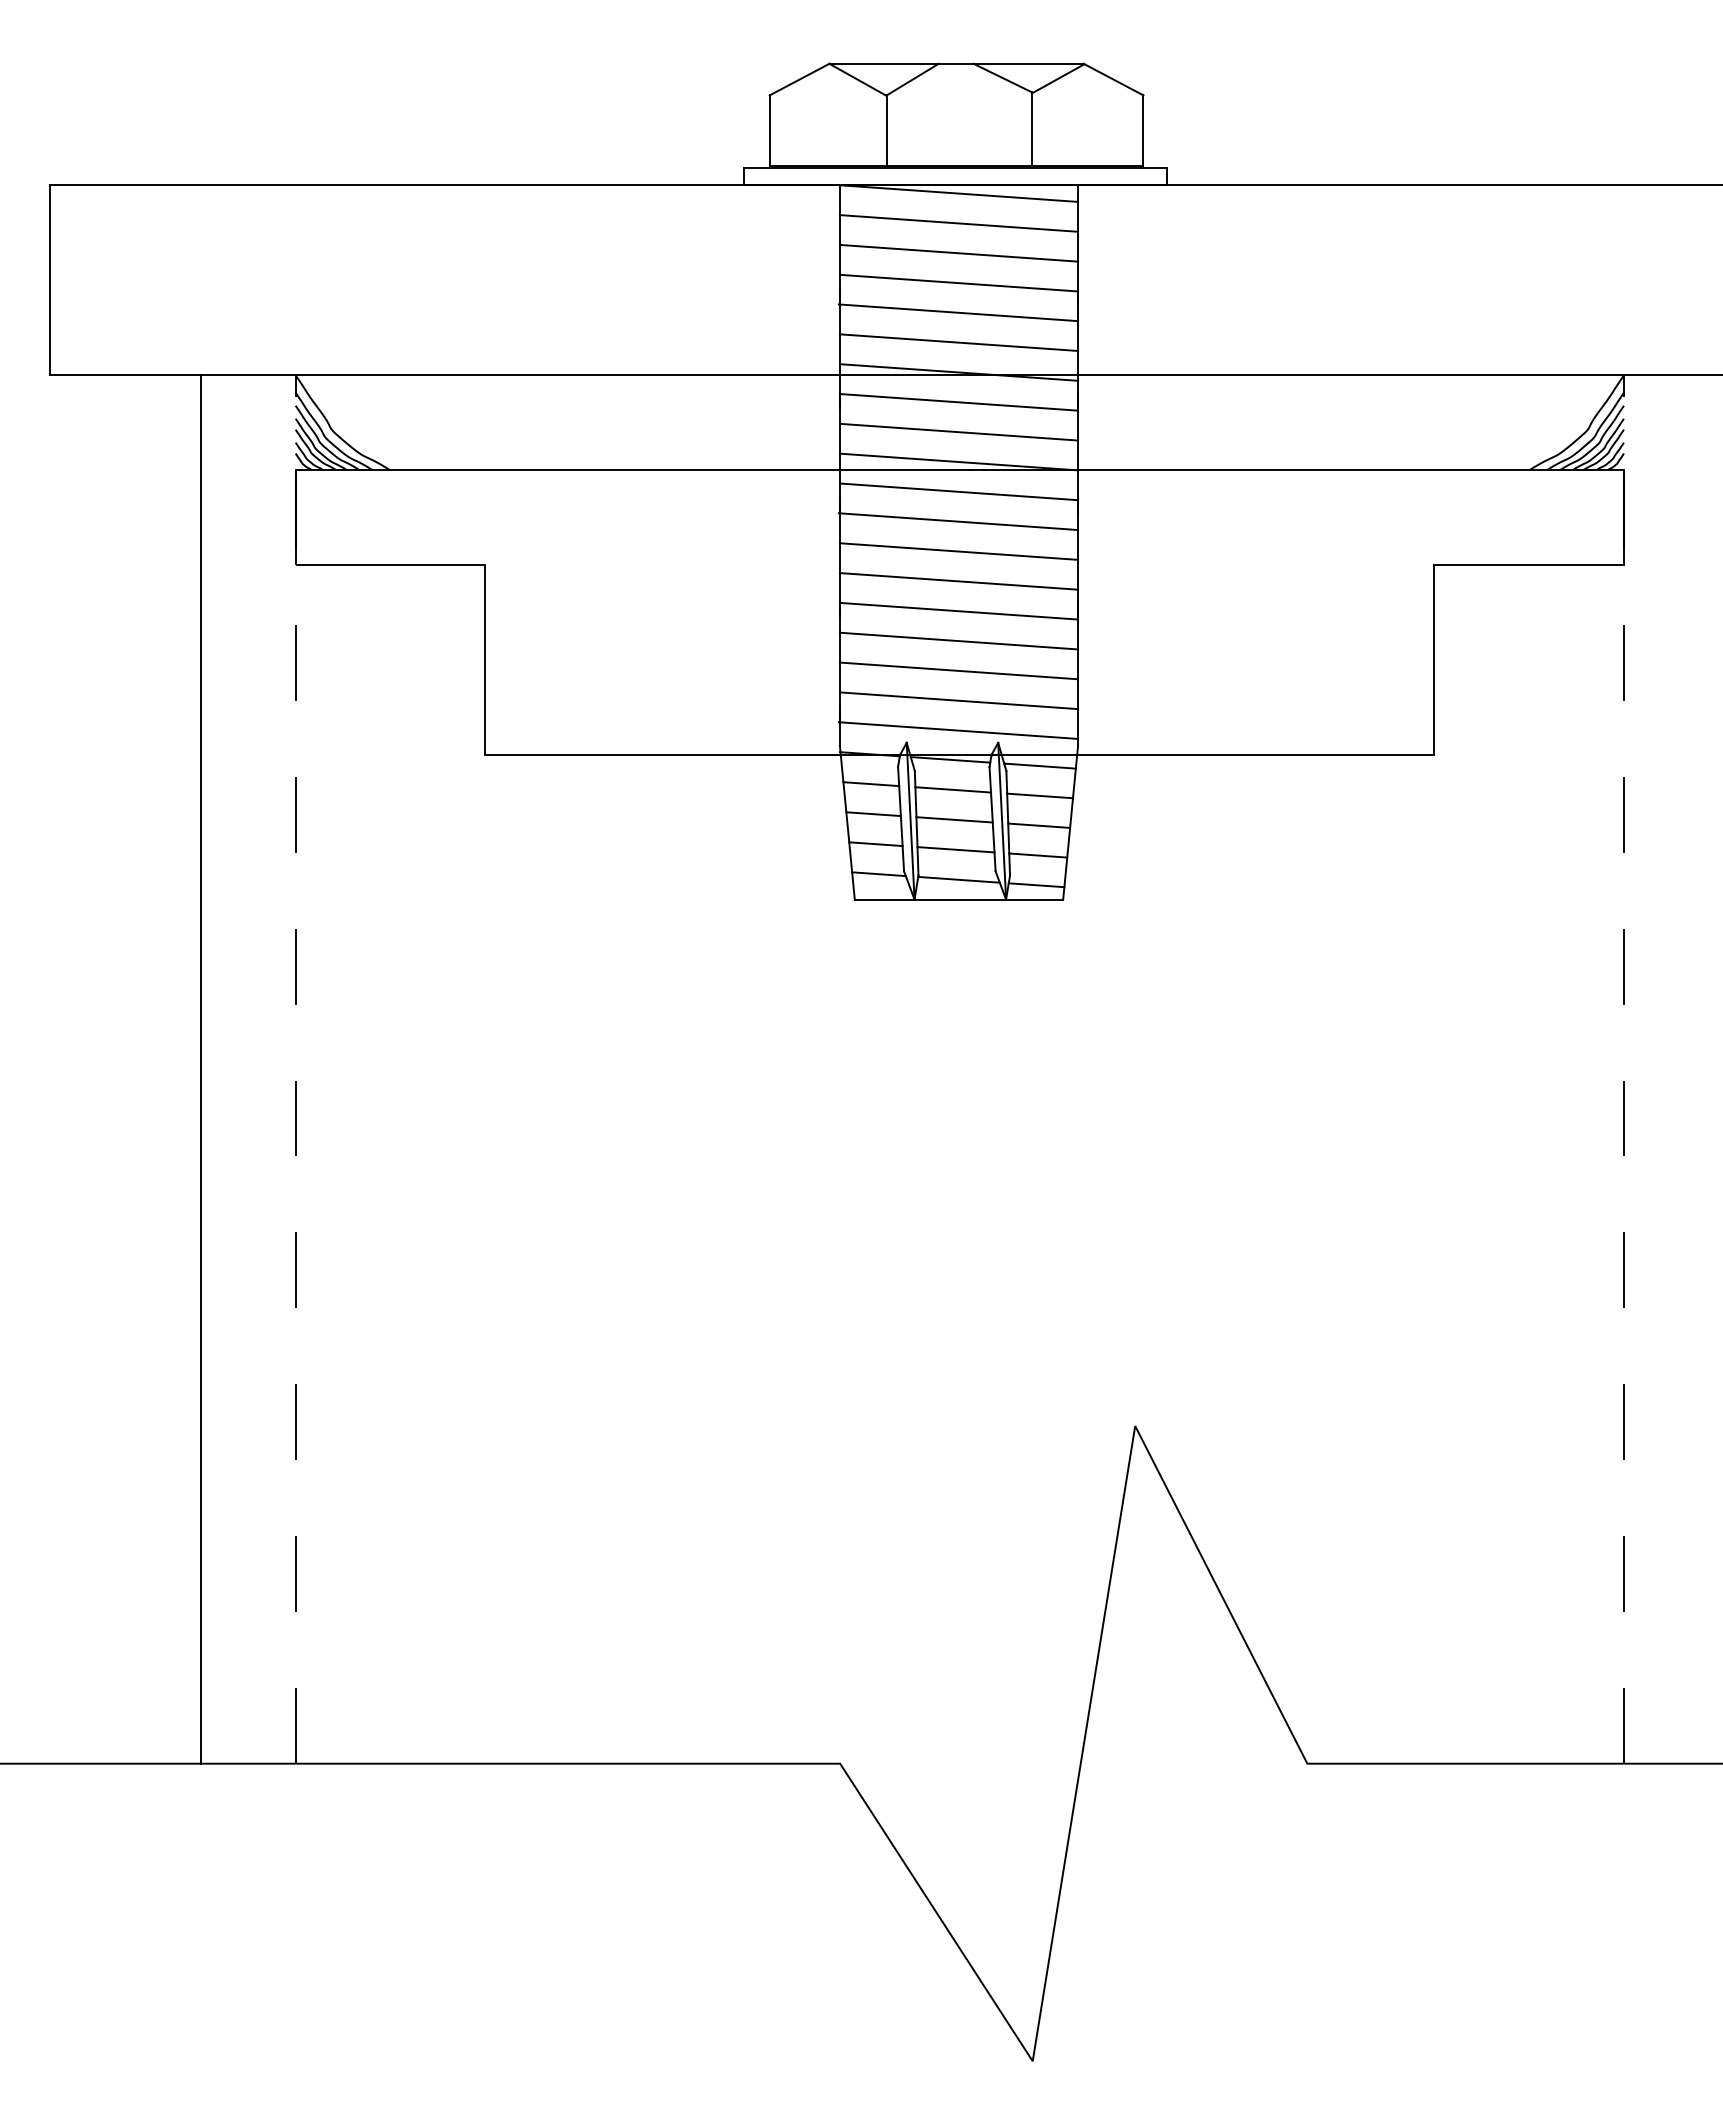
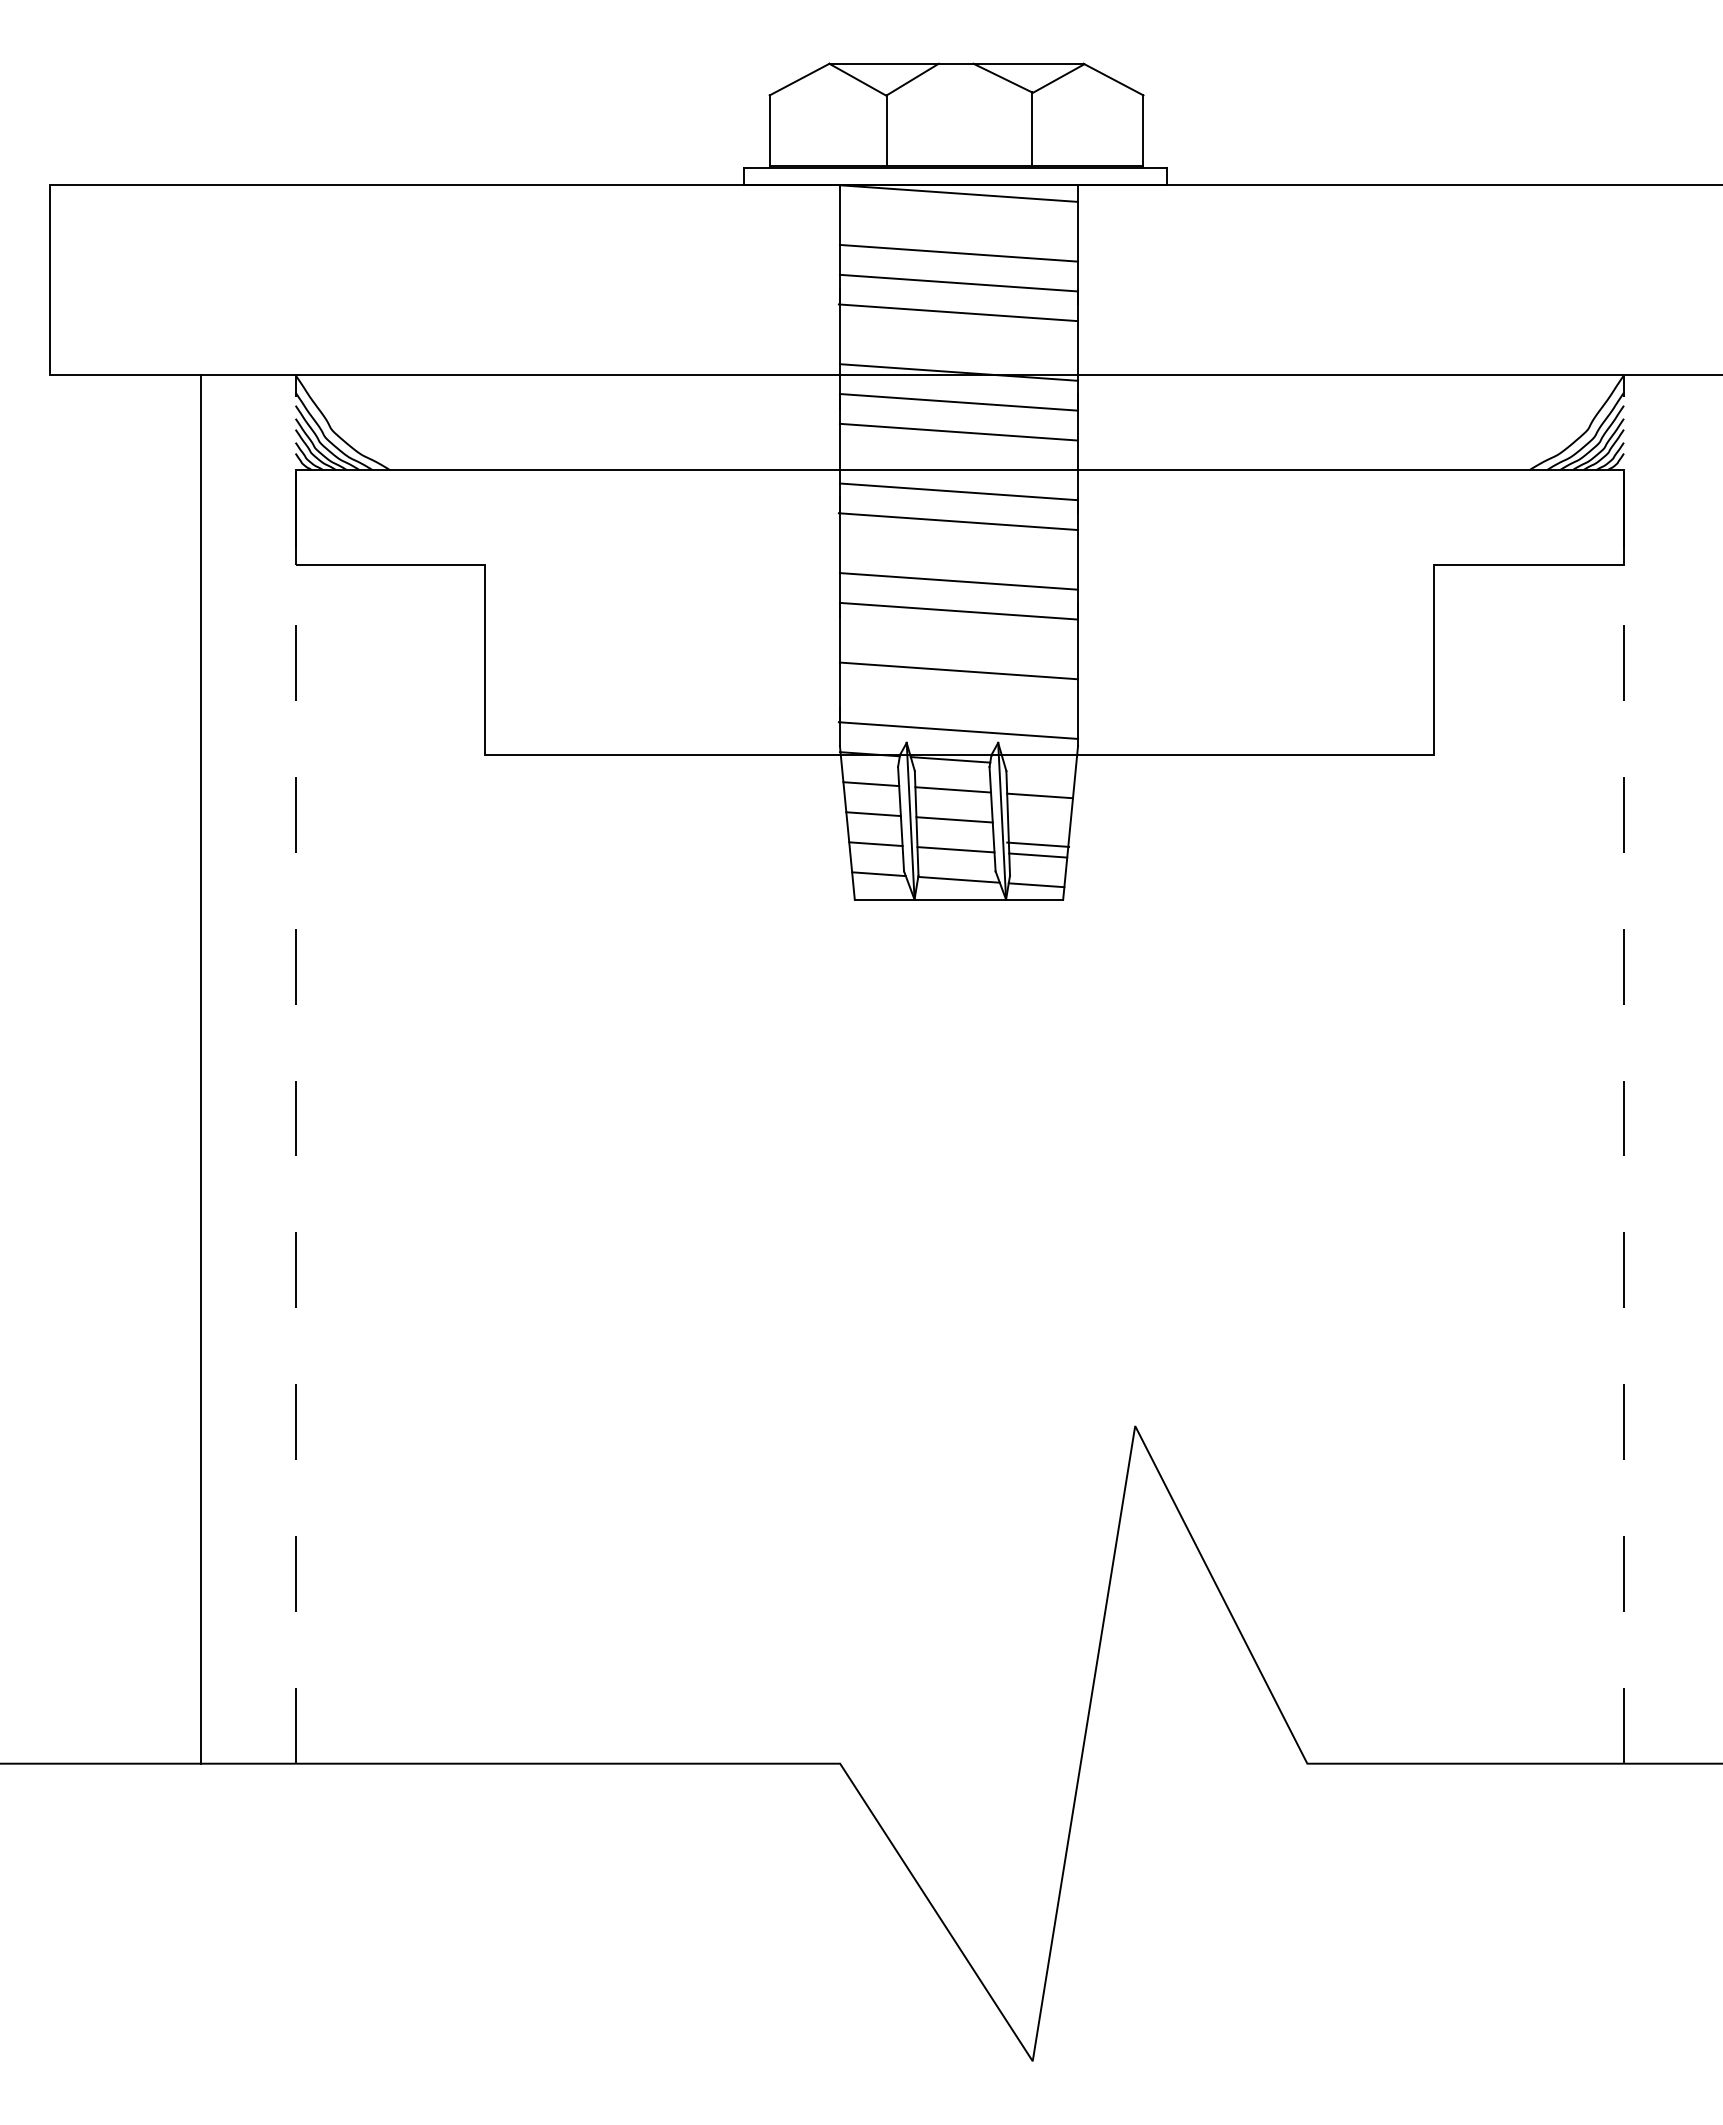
line at (958, 223): present -> none
line at (958, 342): present -> none
line at (958, 461): present -> none
line at (958, 551): present -> none
line at (958, 640): present -> none
line at (958, 700): present -> none
line at (1039, 765): present -> none
line at (1039, 825) position: (1039, 825) -> (1038, 844)
